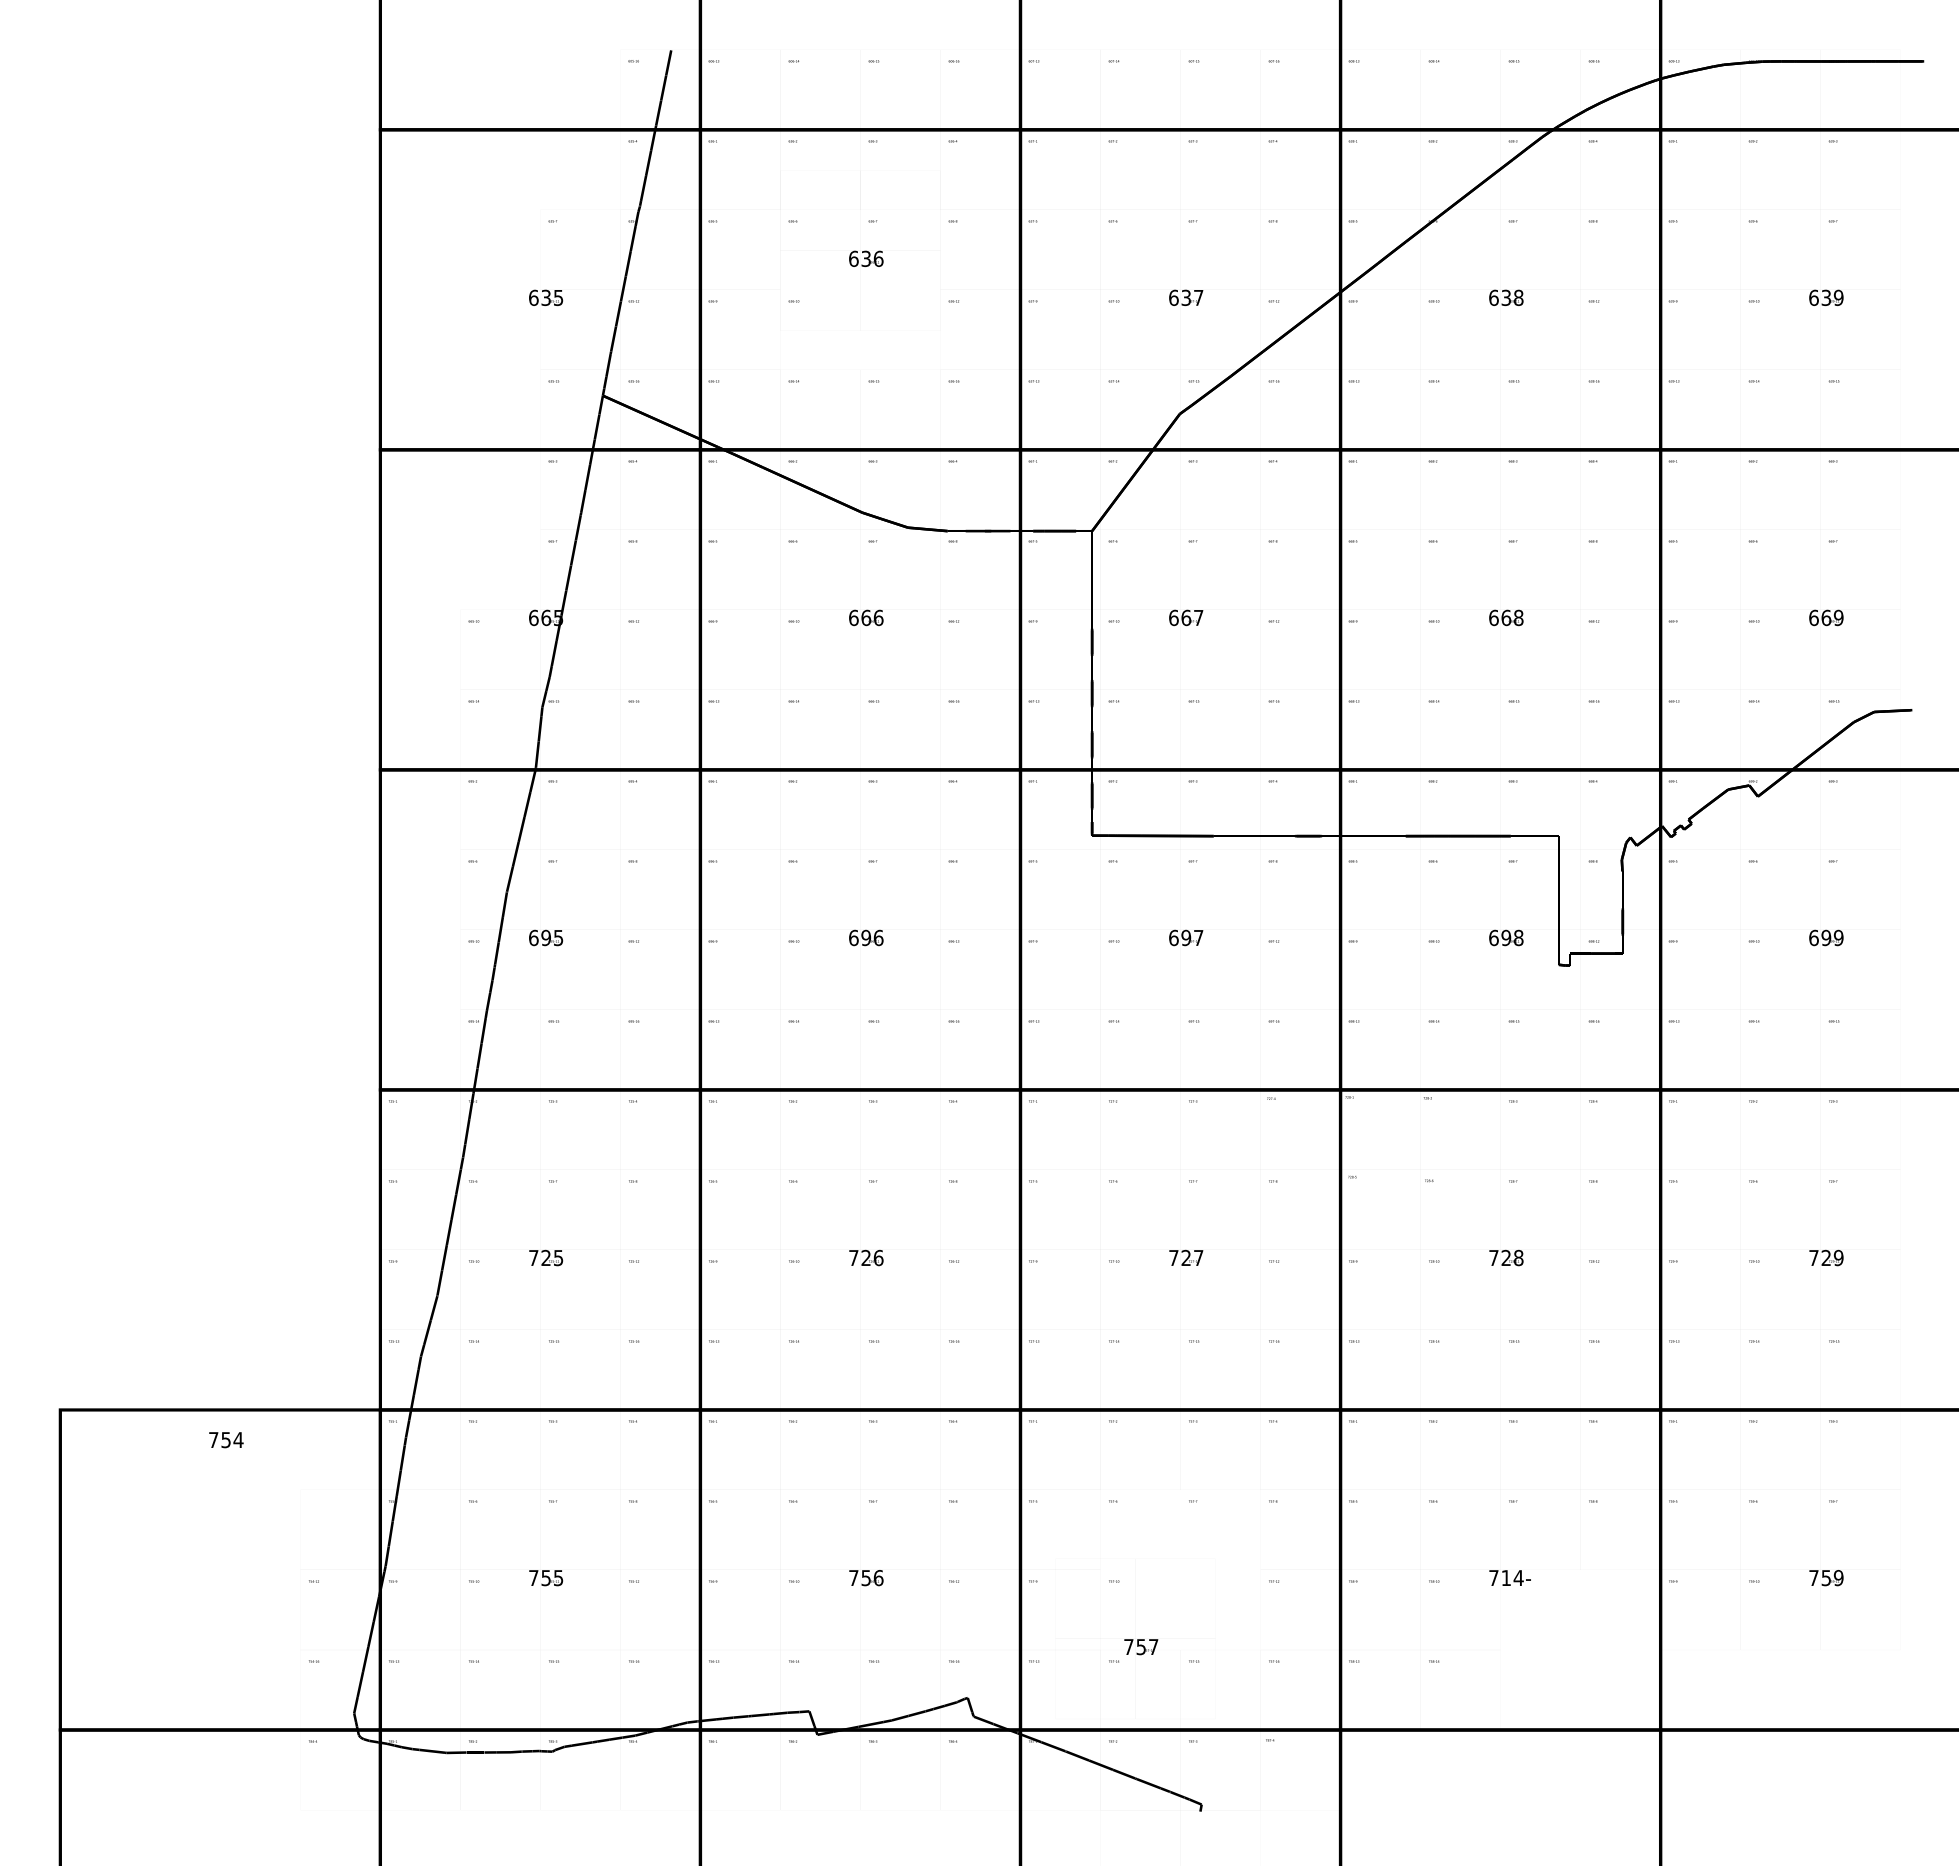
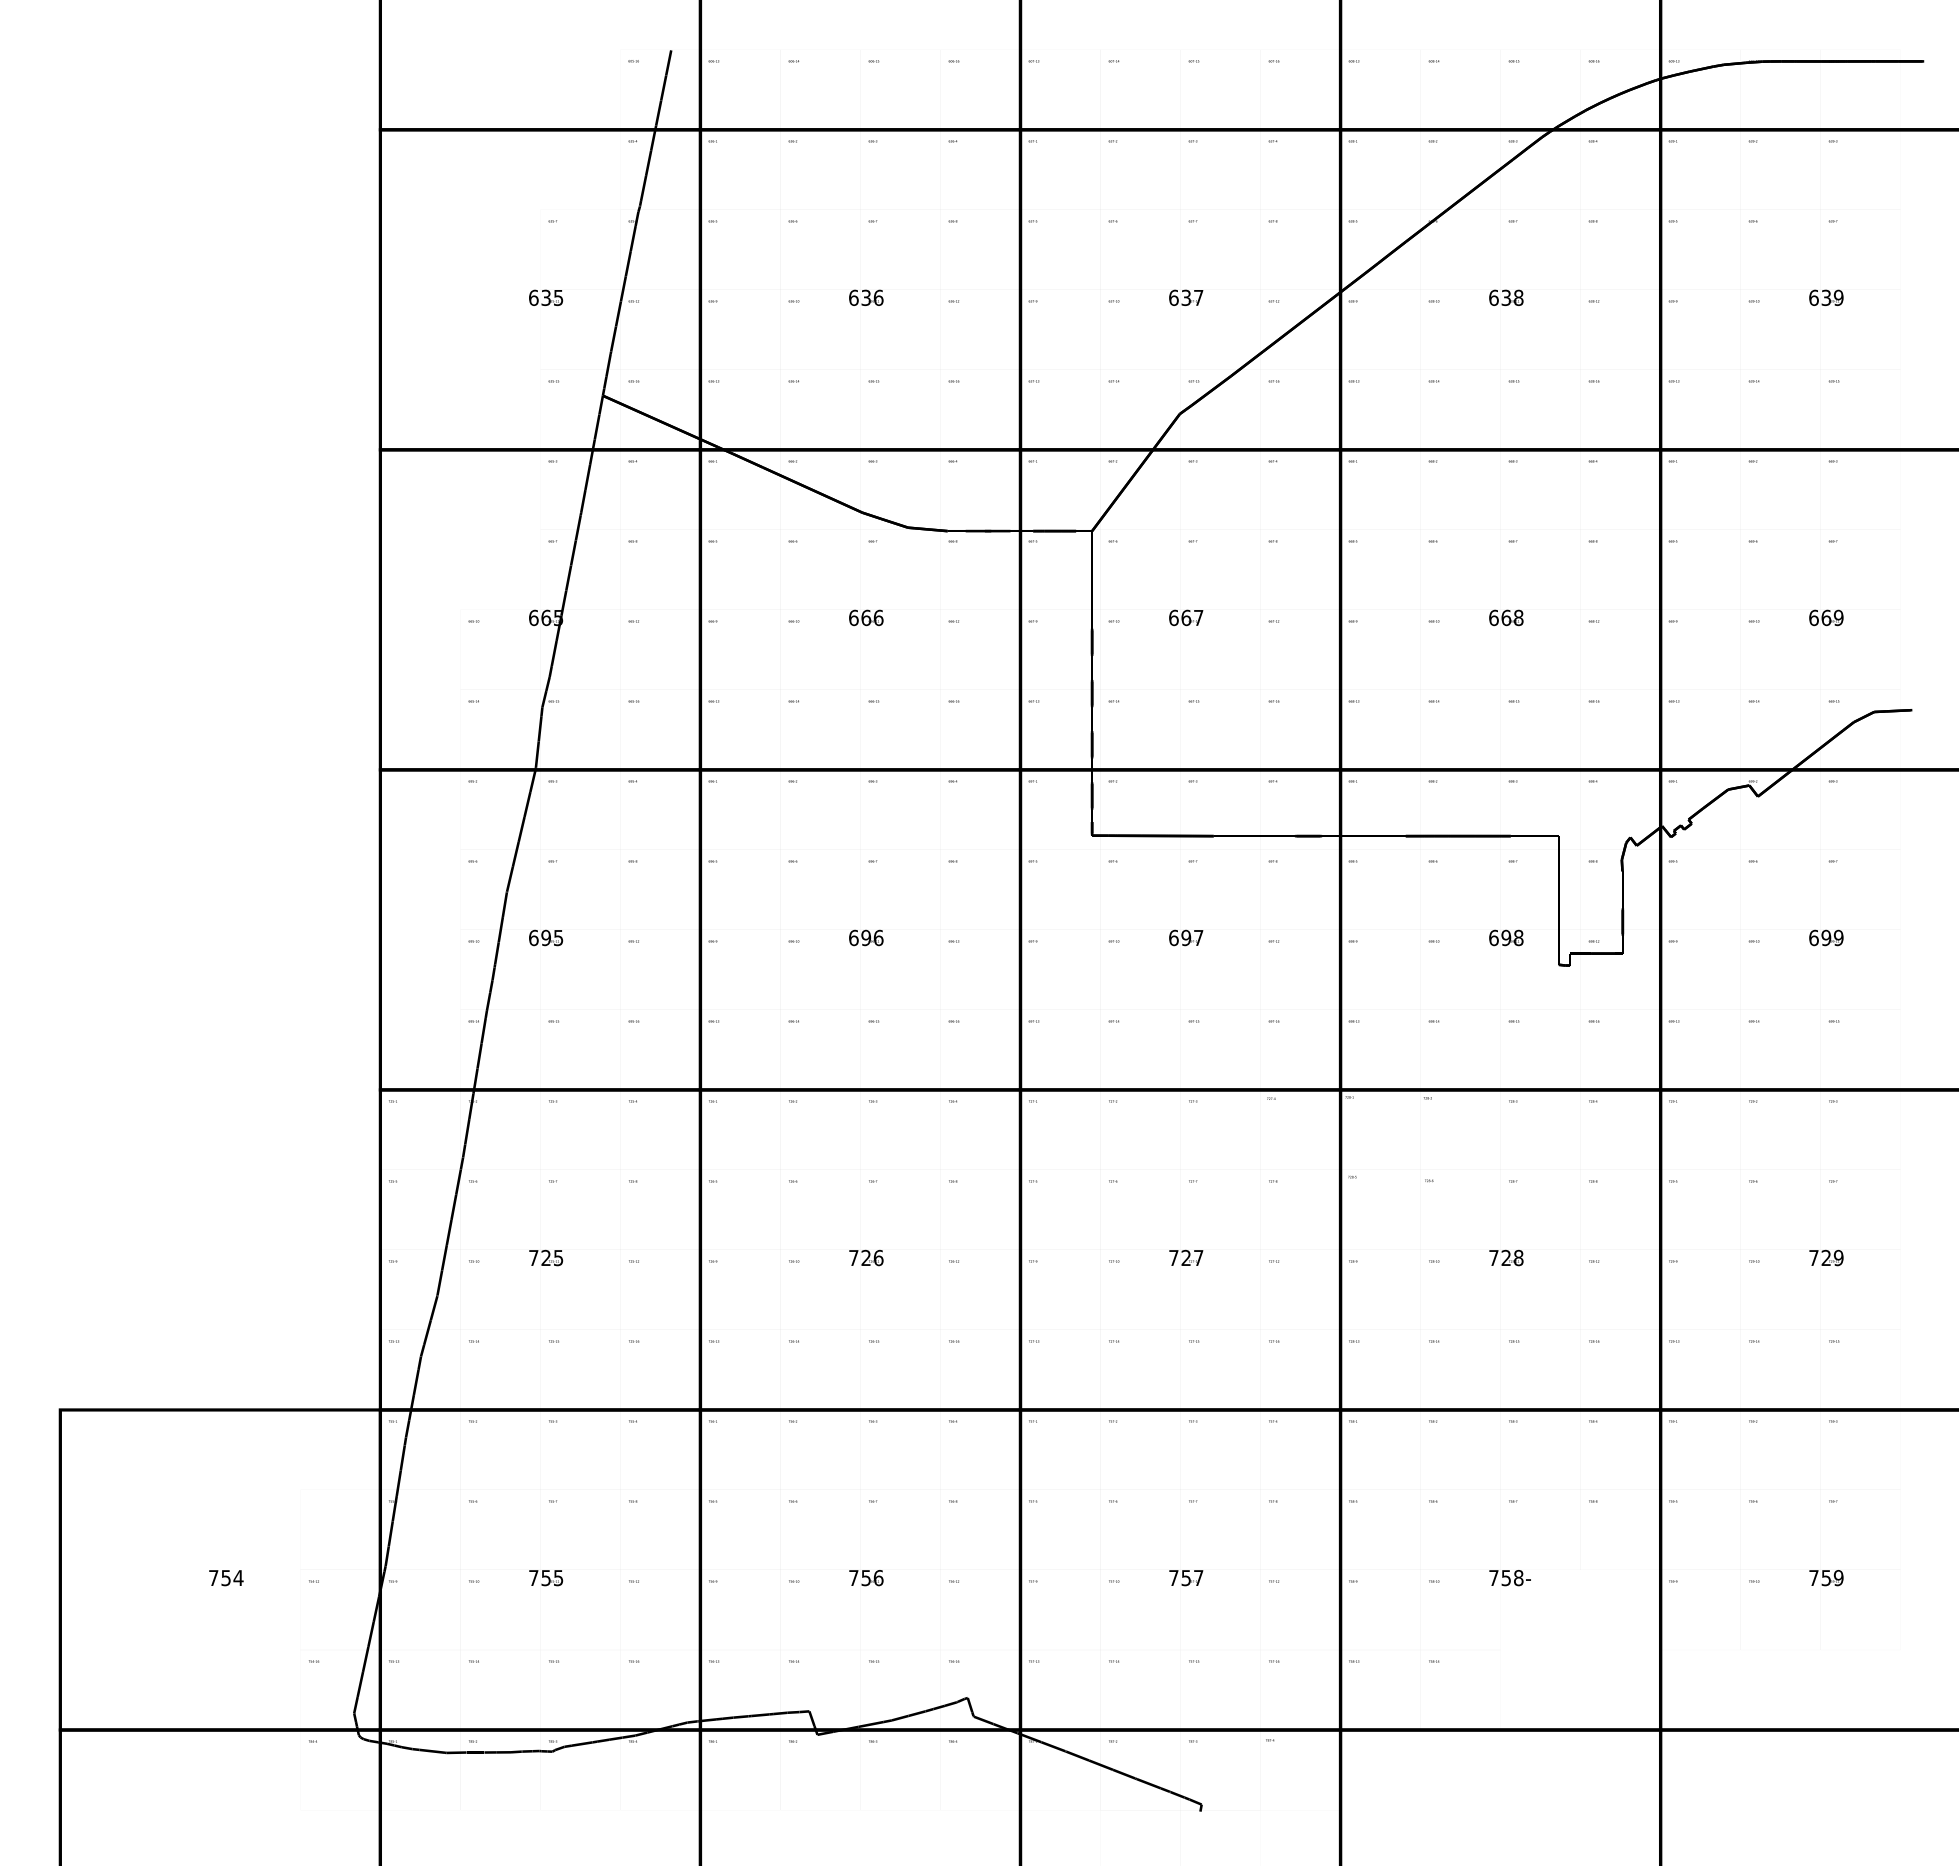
text at (866, 258) position: (866, 258) -> (866, 297)
text at (226, 1440) position: (226, 1440) -> (226, 1578)
text at (1512, 1578): 714- -> 758-
text at (1141, 1647) position: (1141, 1647) -> (1186, 1578)
